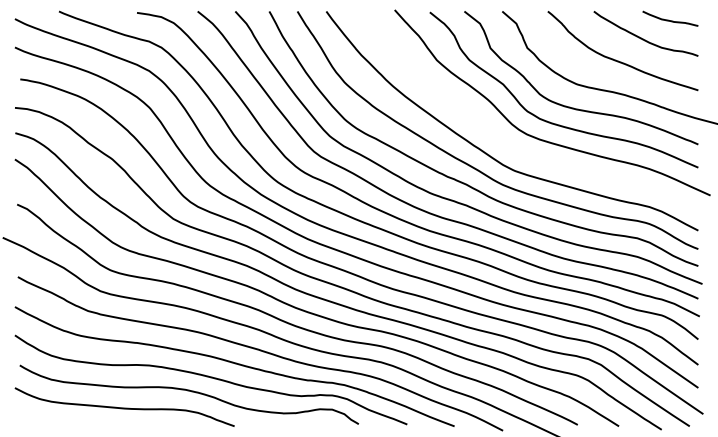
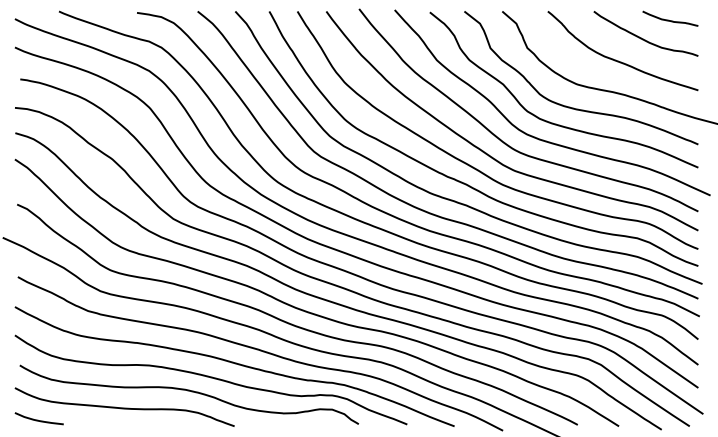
curve at (504, 141): none -> present
curve at (38, 419): none -> present
